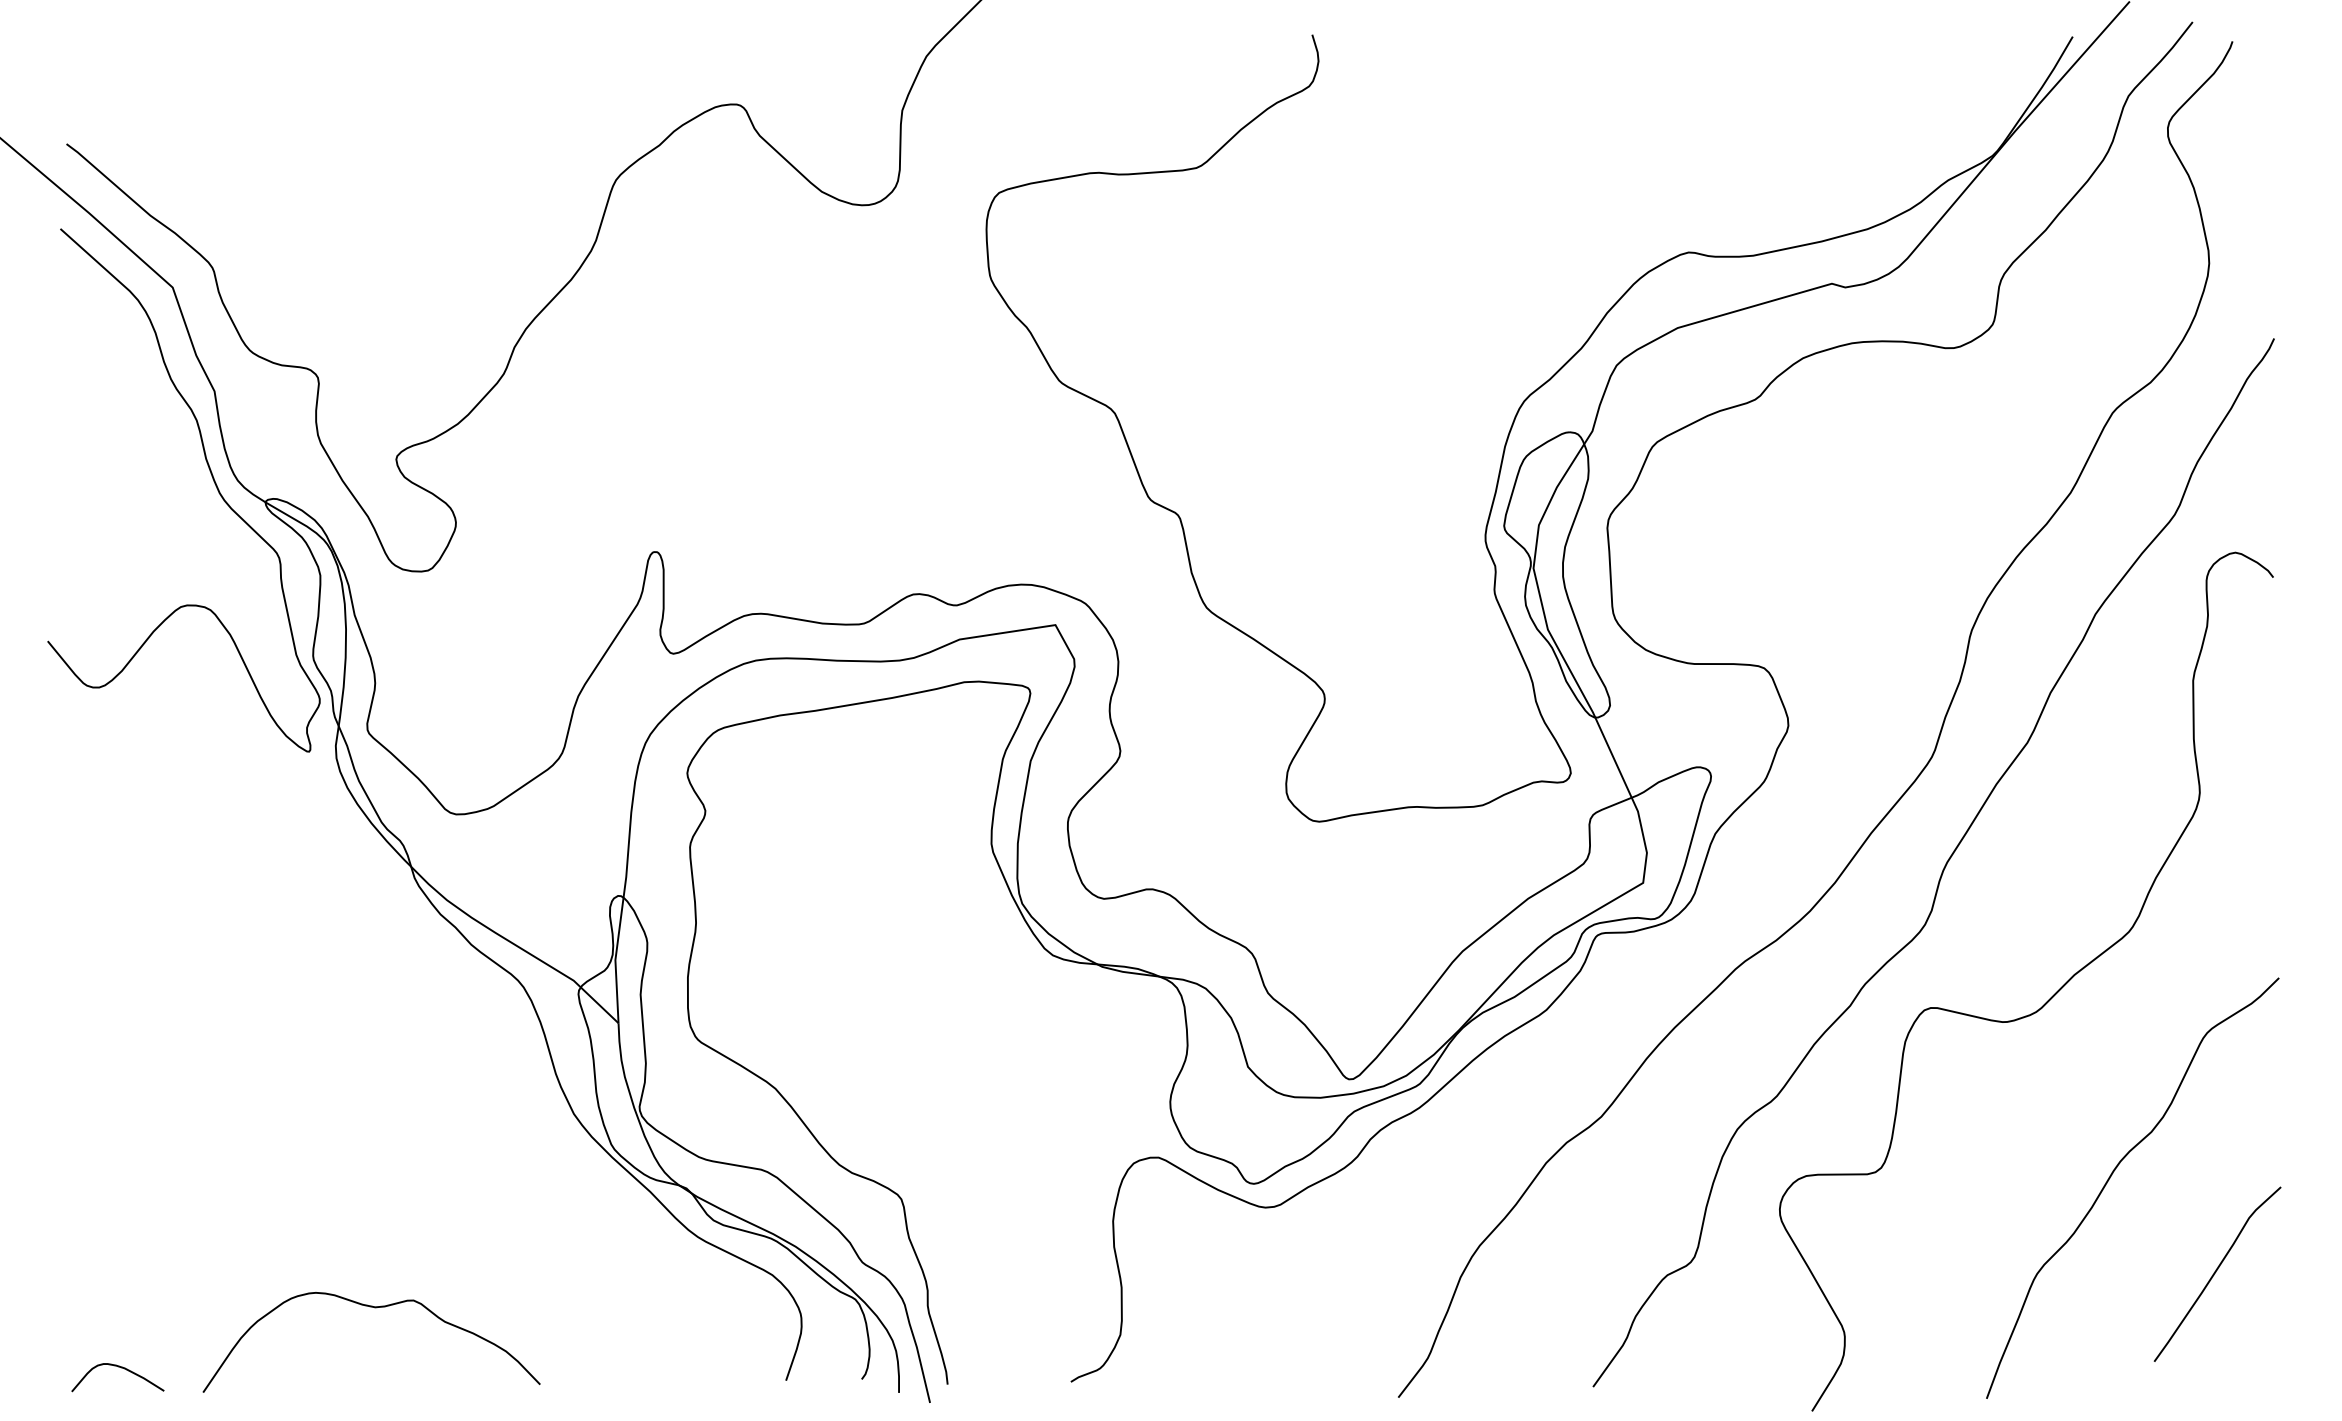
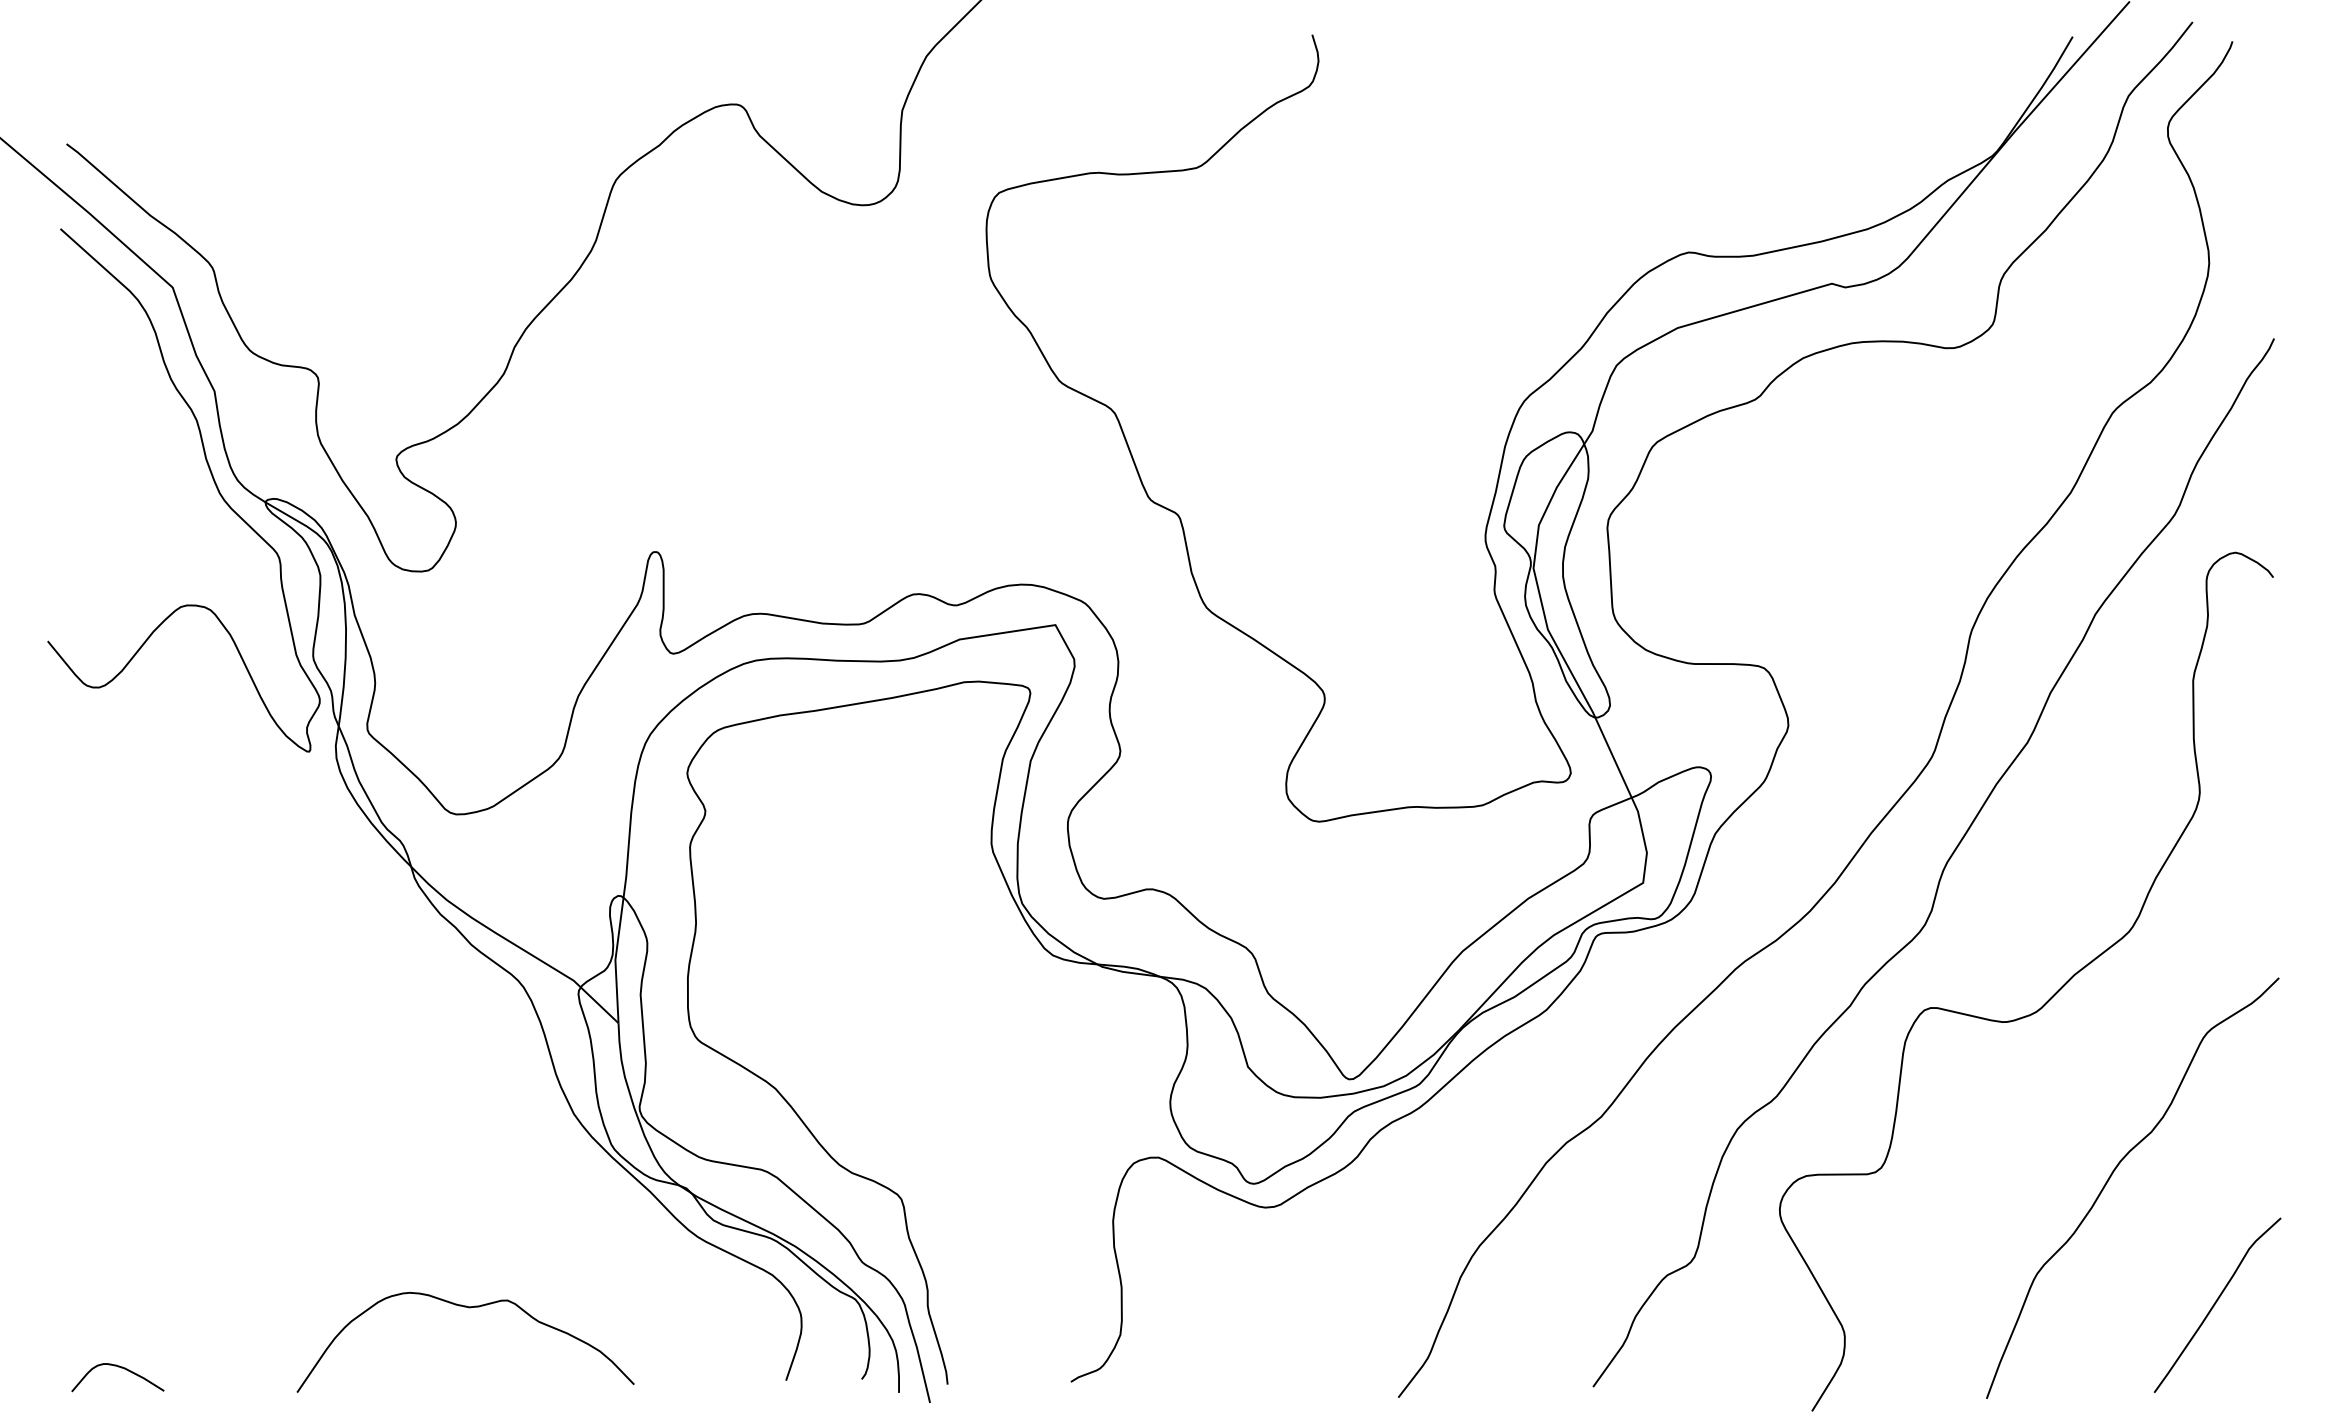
curve at (2216, 1272) position: (2216, 1272) -> (2216, 1303)
curve at (374, 1308) position: (374, 1308) -> (468, 1308)
